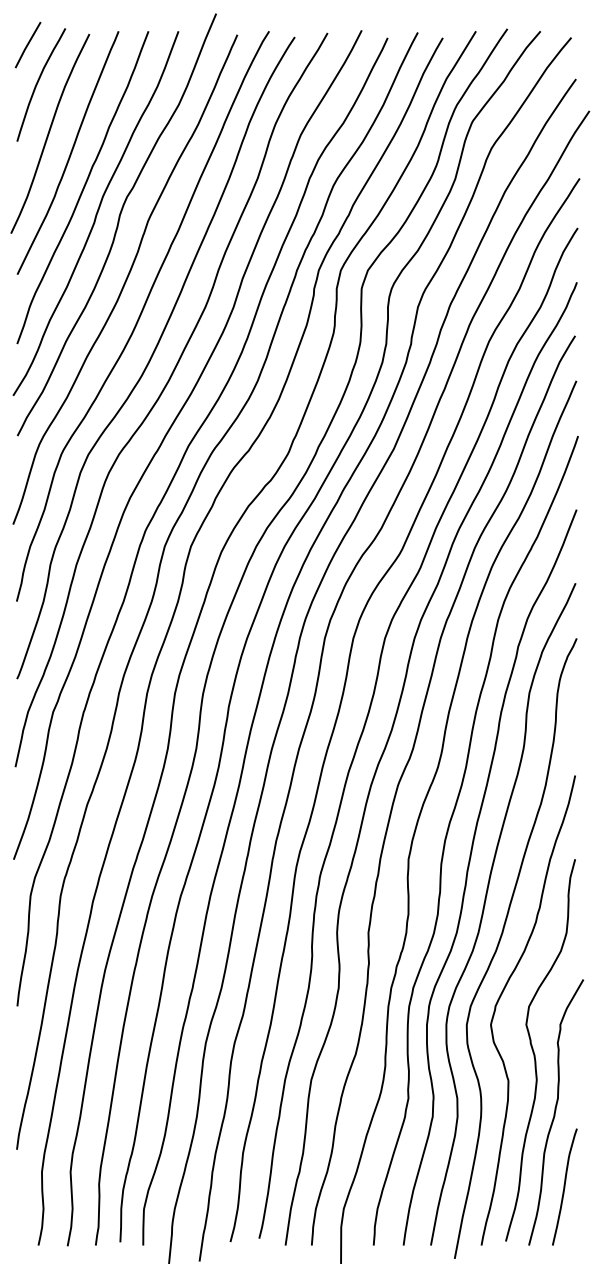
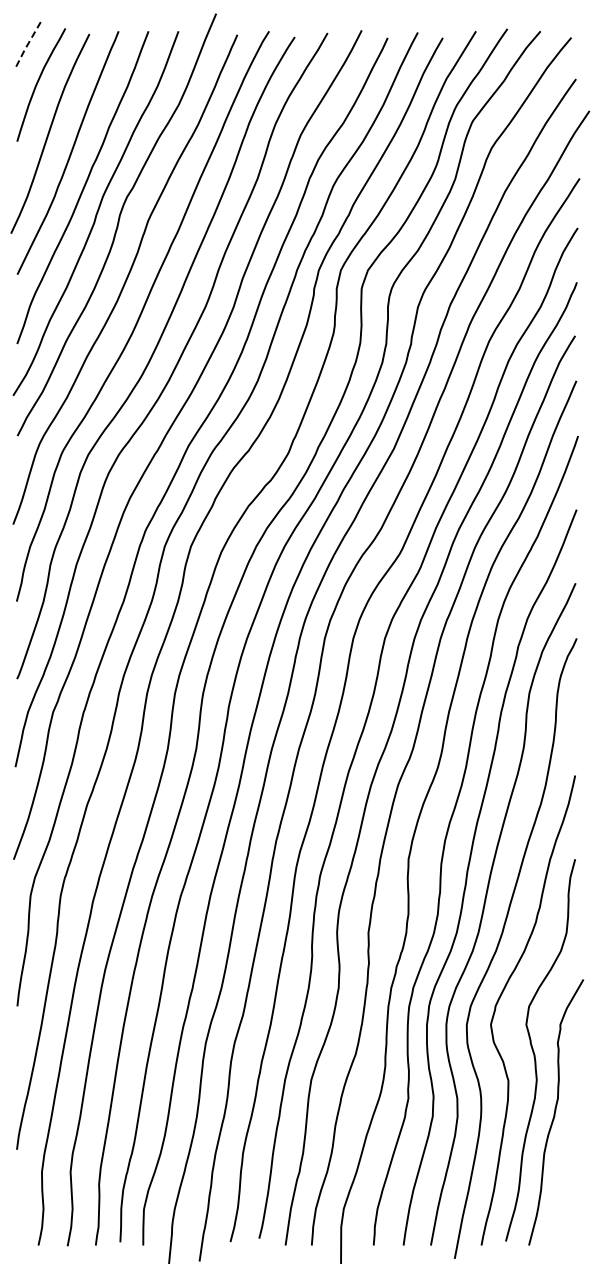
line at (27, 45): solid -> dashed
curve at (564, 1186): present -> none
